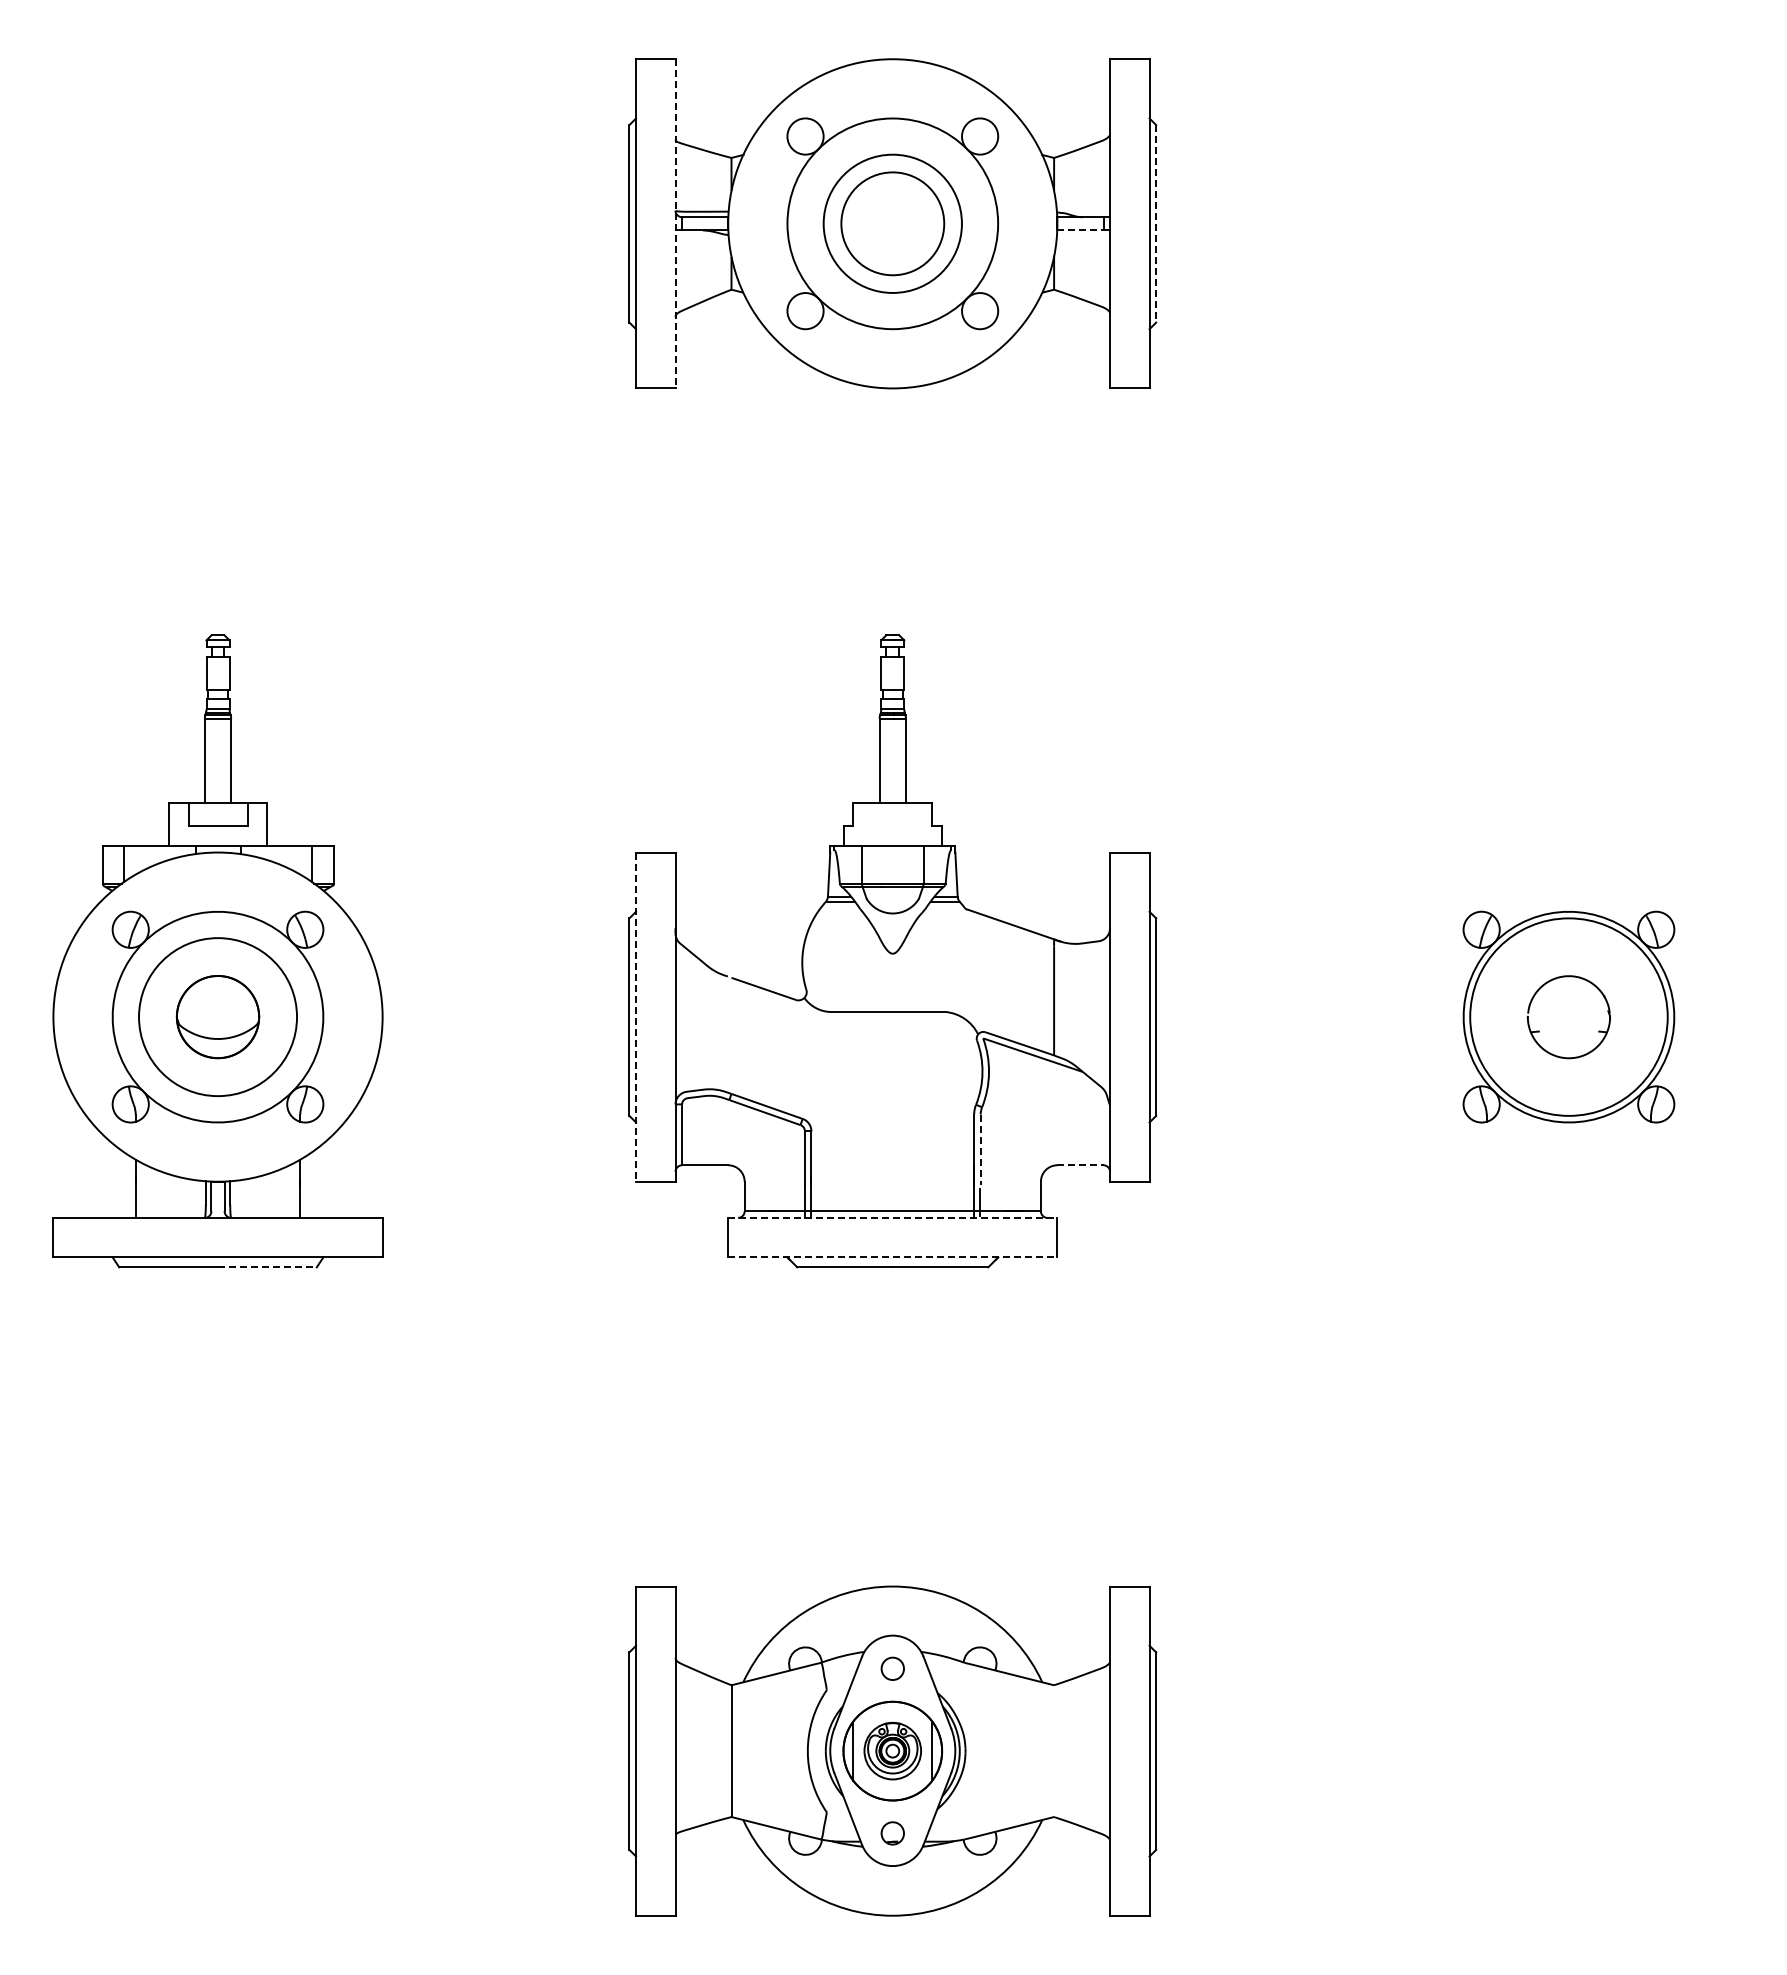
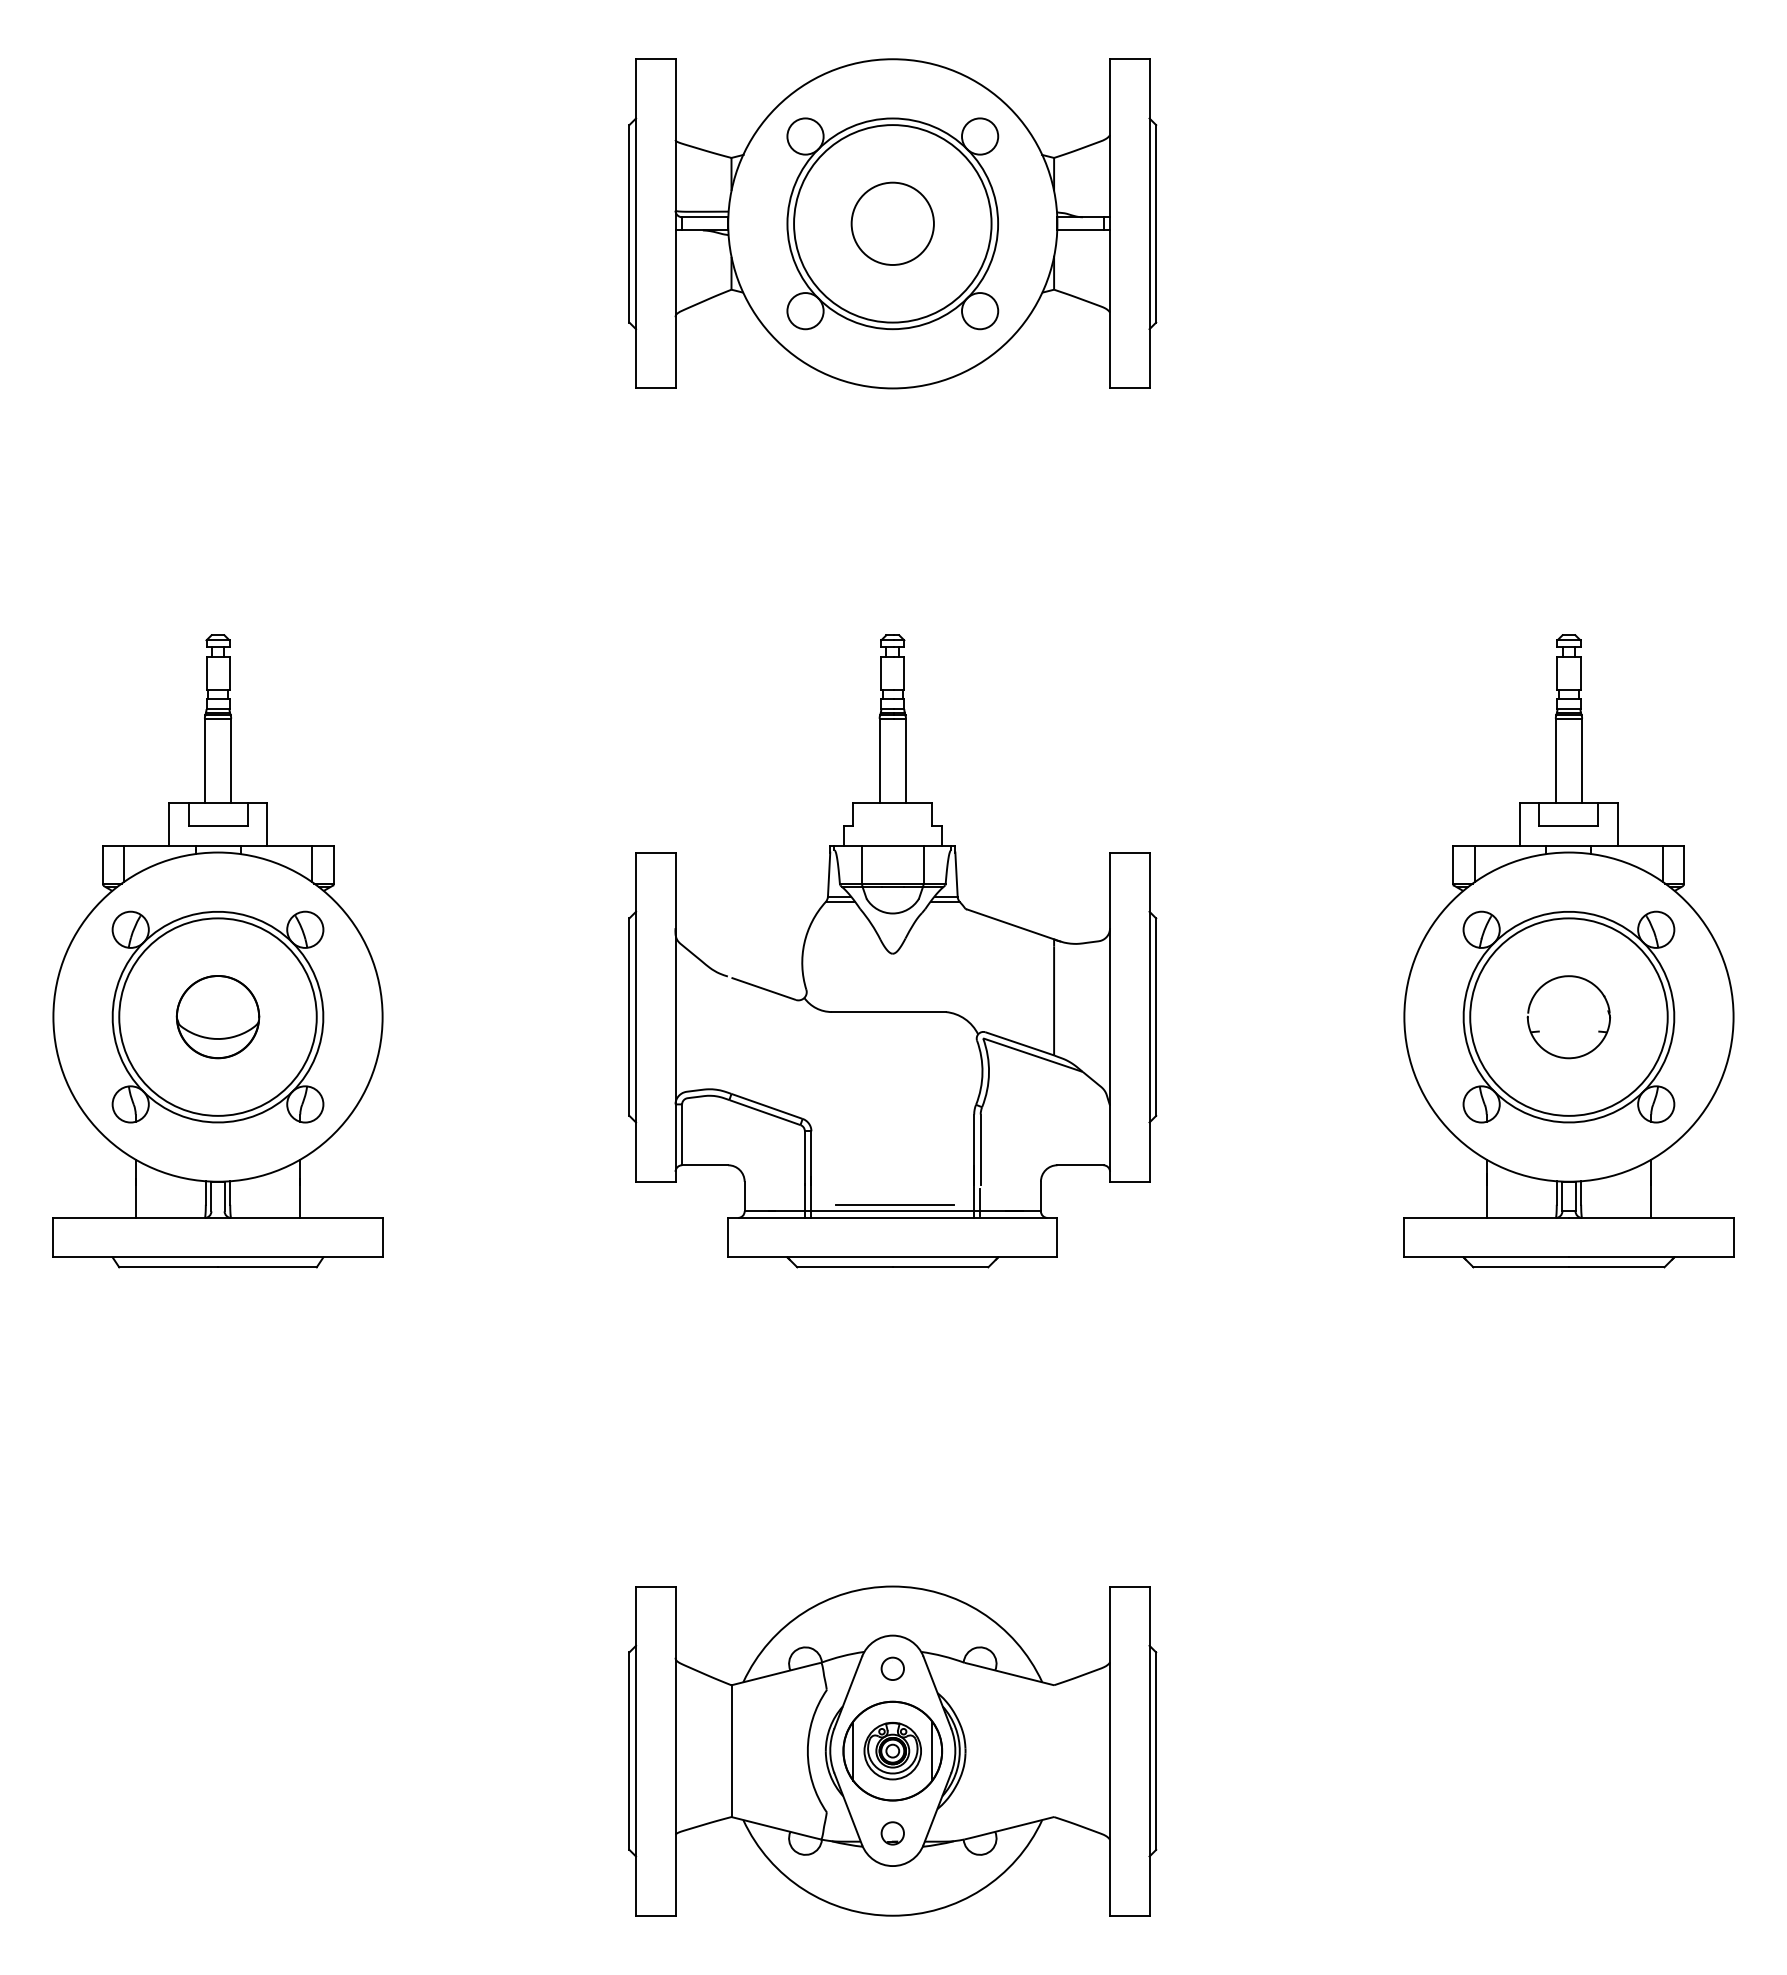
line at (675, 223): dashed -> solid
circle at (892, 223) diameter: 103 px -> 82 px
circle at (892, 223) diameter: 138 px -> 198 px
line at (1156, 223): dashed -> solid
line at (1080, 230): dashed -> solid
part at (1568, 951): none -> present
circle at (218, 1017) diameter: 158 px -> 198 px
line at (636, 1017): dashed -> solid
line at (980, 1150): dashed -> solid
line at (1080, 1165): dashed -> solid
line at (894, 1204): none -> present
line at (892, 1217): dashed -> solid
line at (892, 1257): dashed -> solid
line at (267, 1267): dashed -> solid
